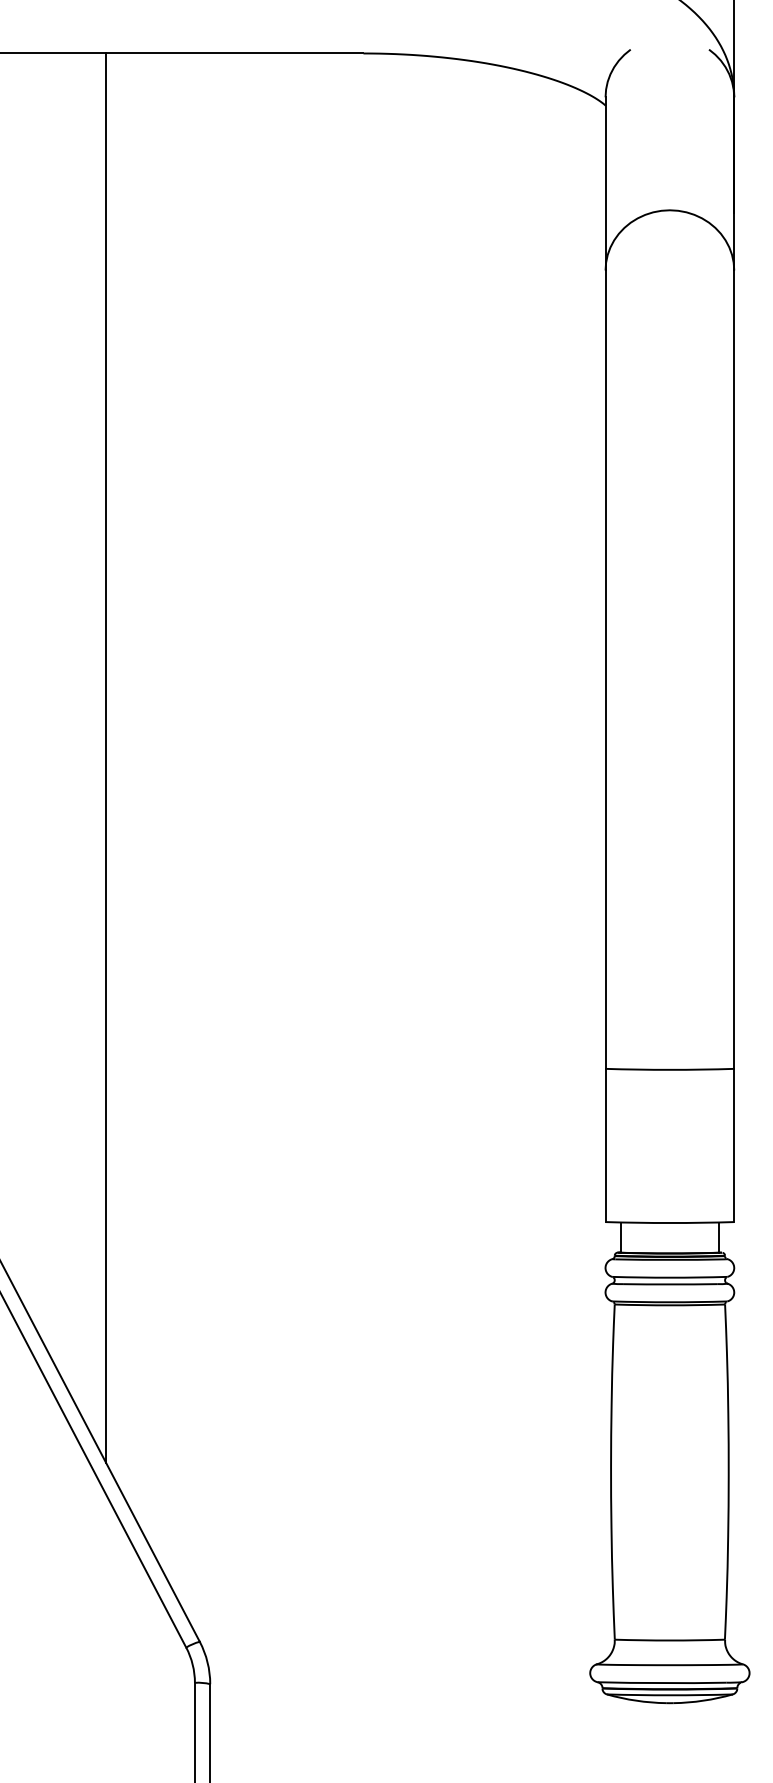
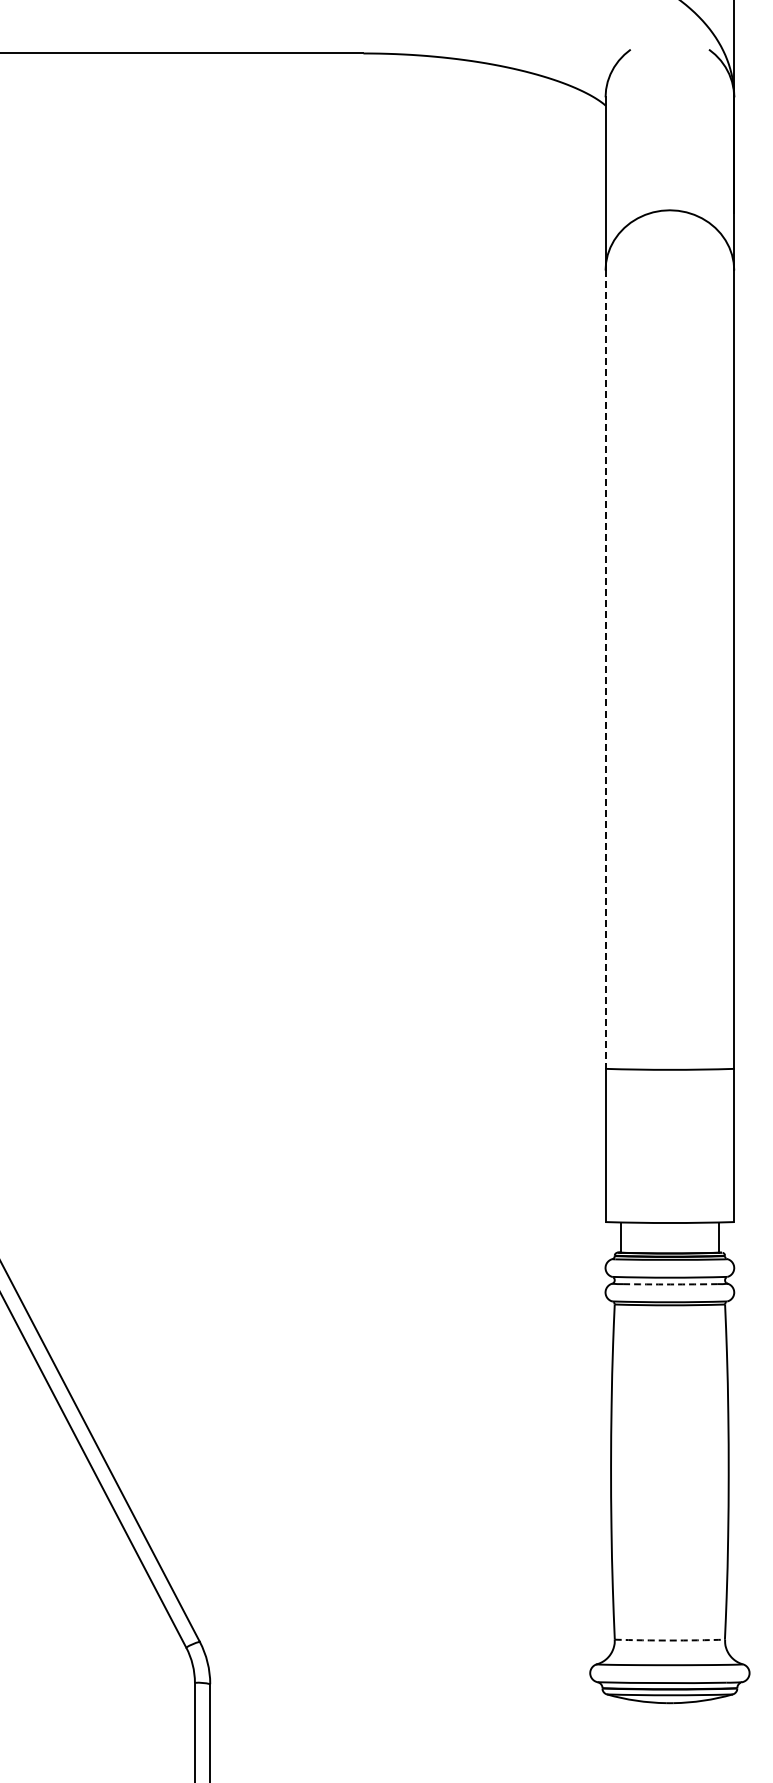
line at (605, 670): solid -> dashed
line at (106, 757): present -> none
arc at (670, 1284): solid -> dashed
arc at (669, 1640): solid -> dashed
